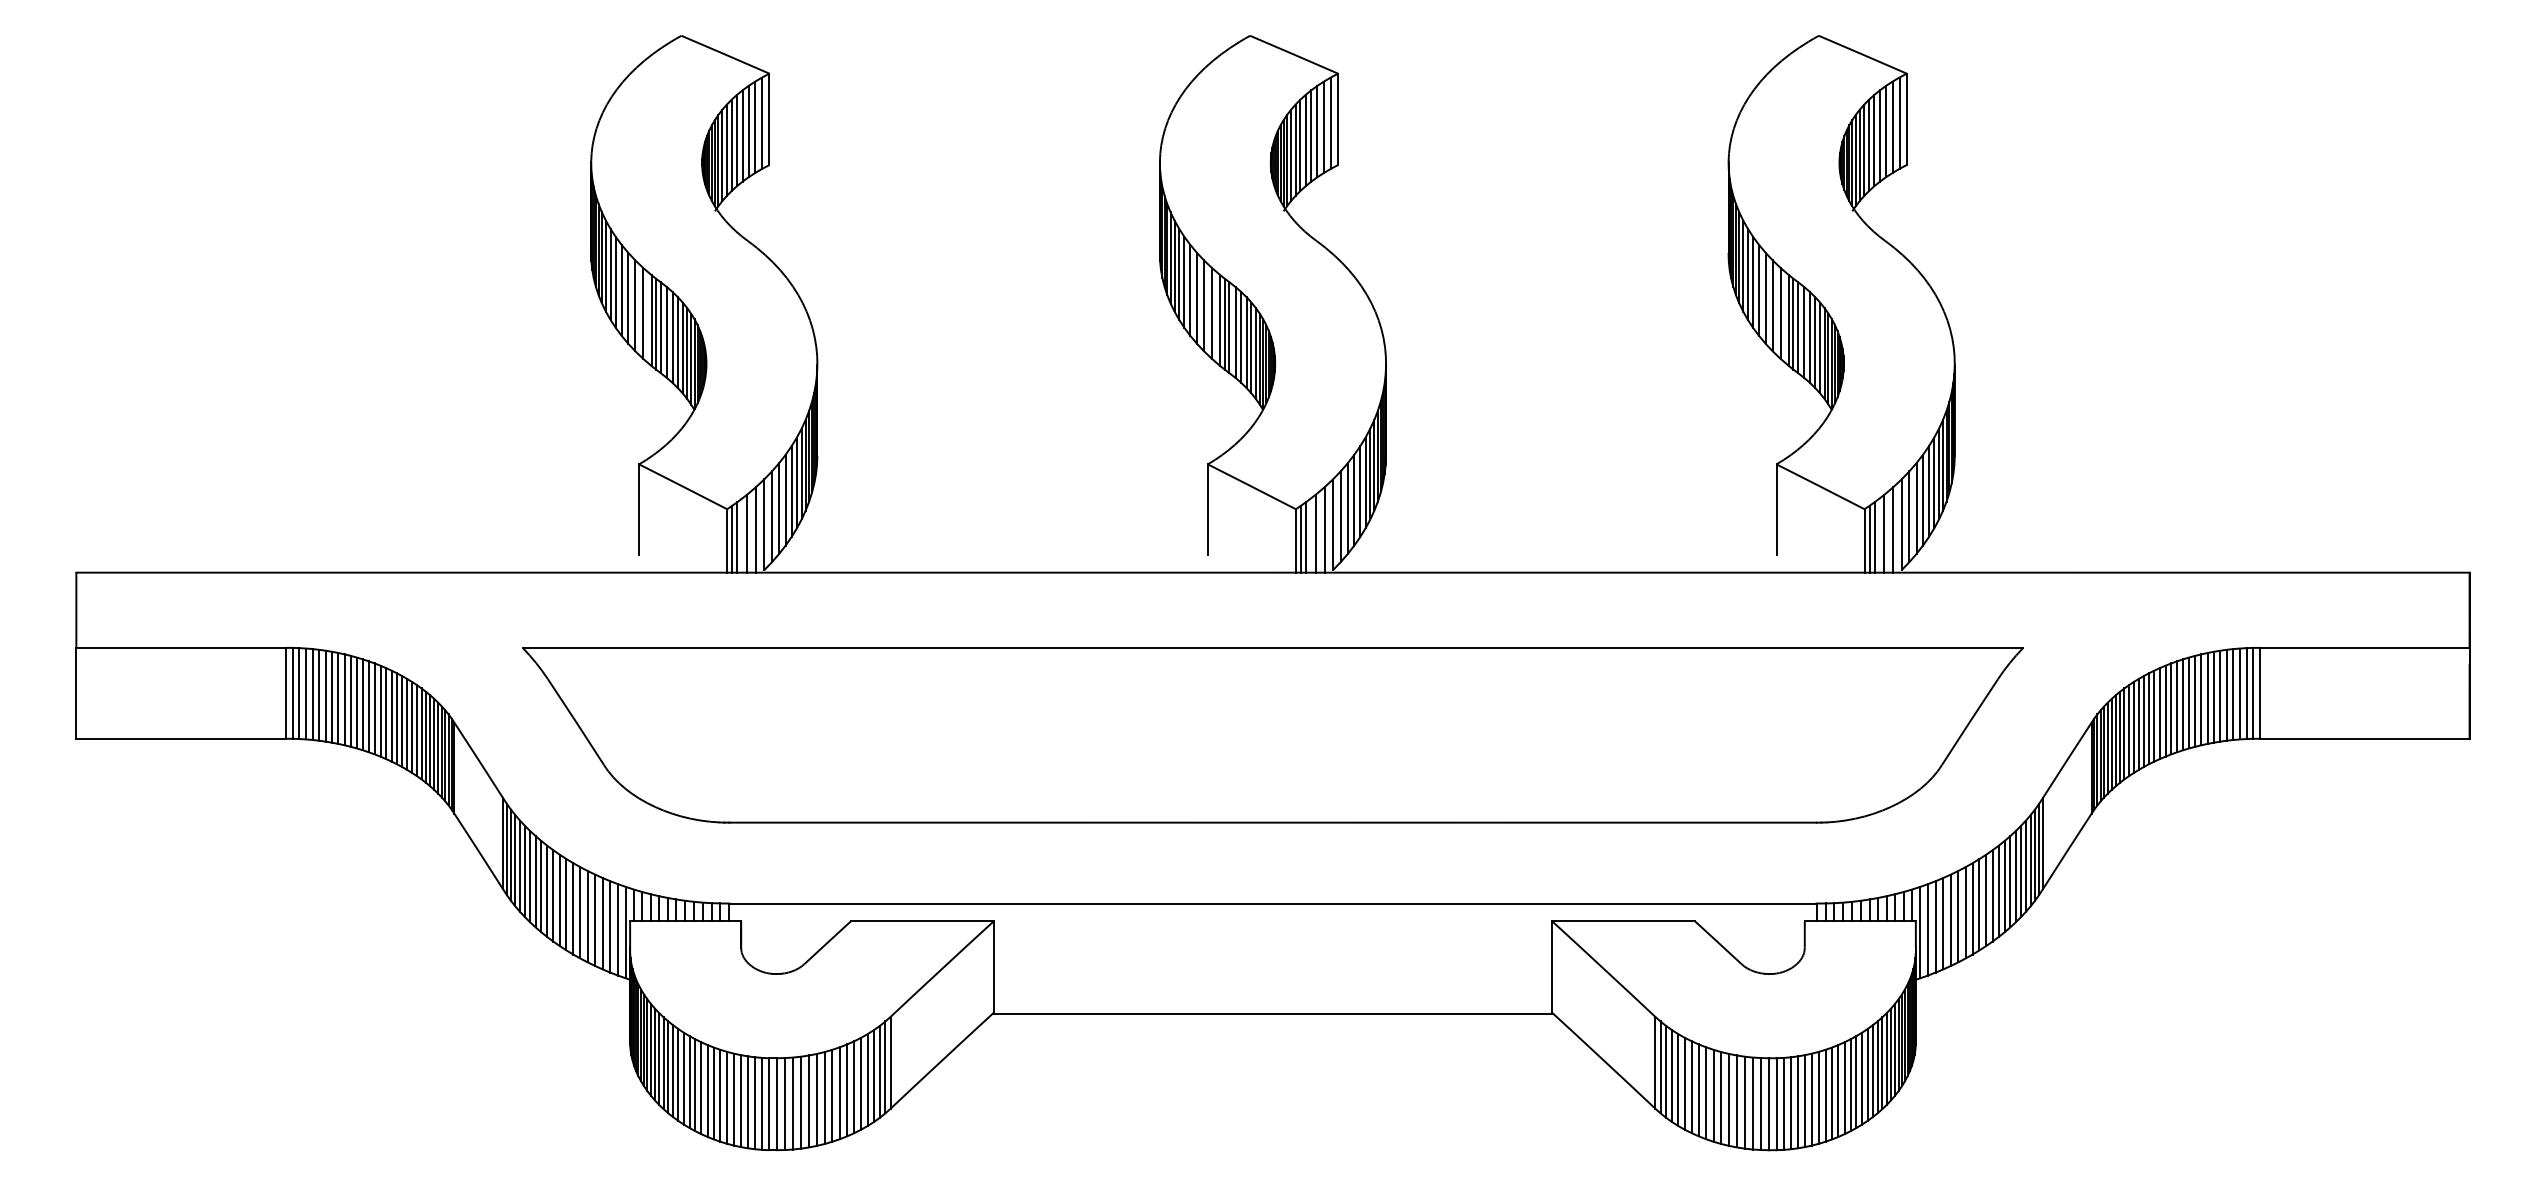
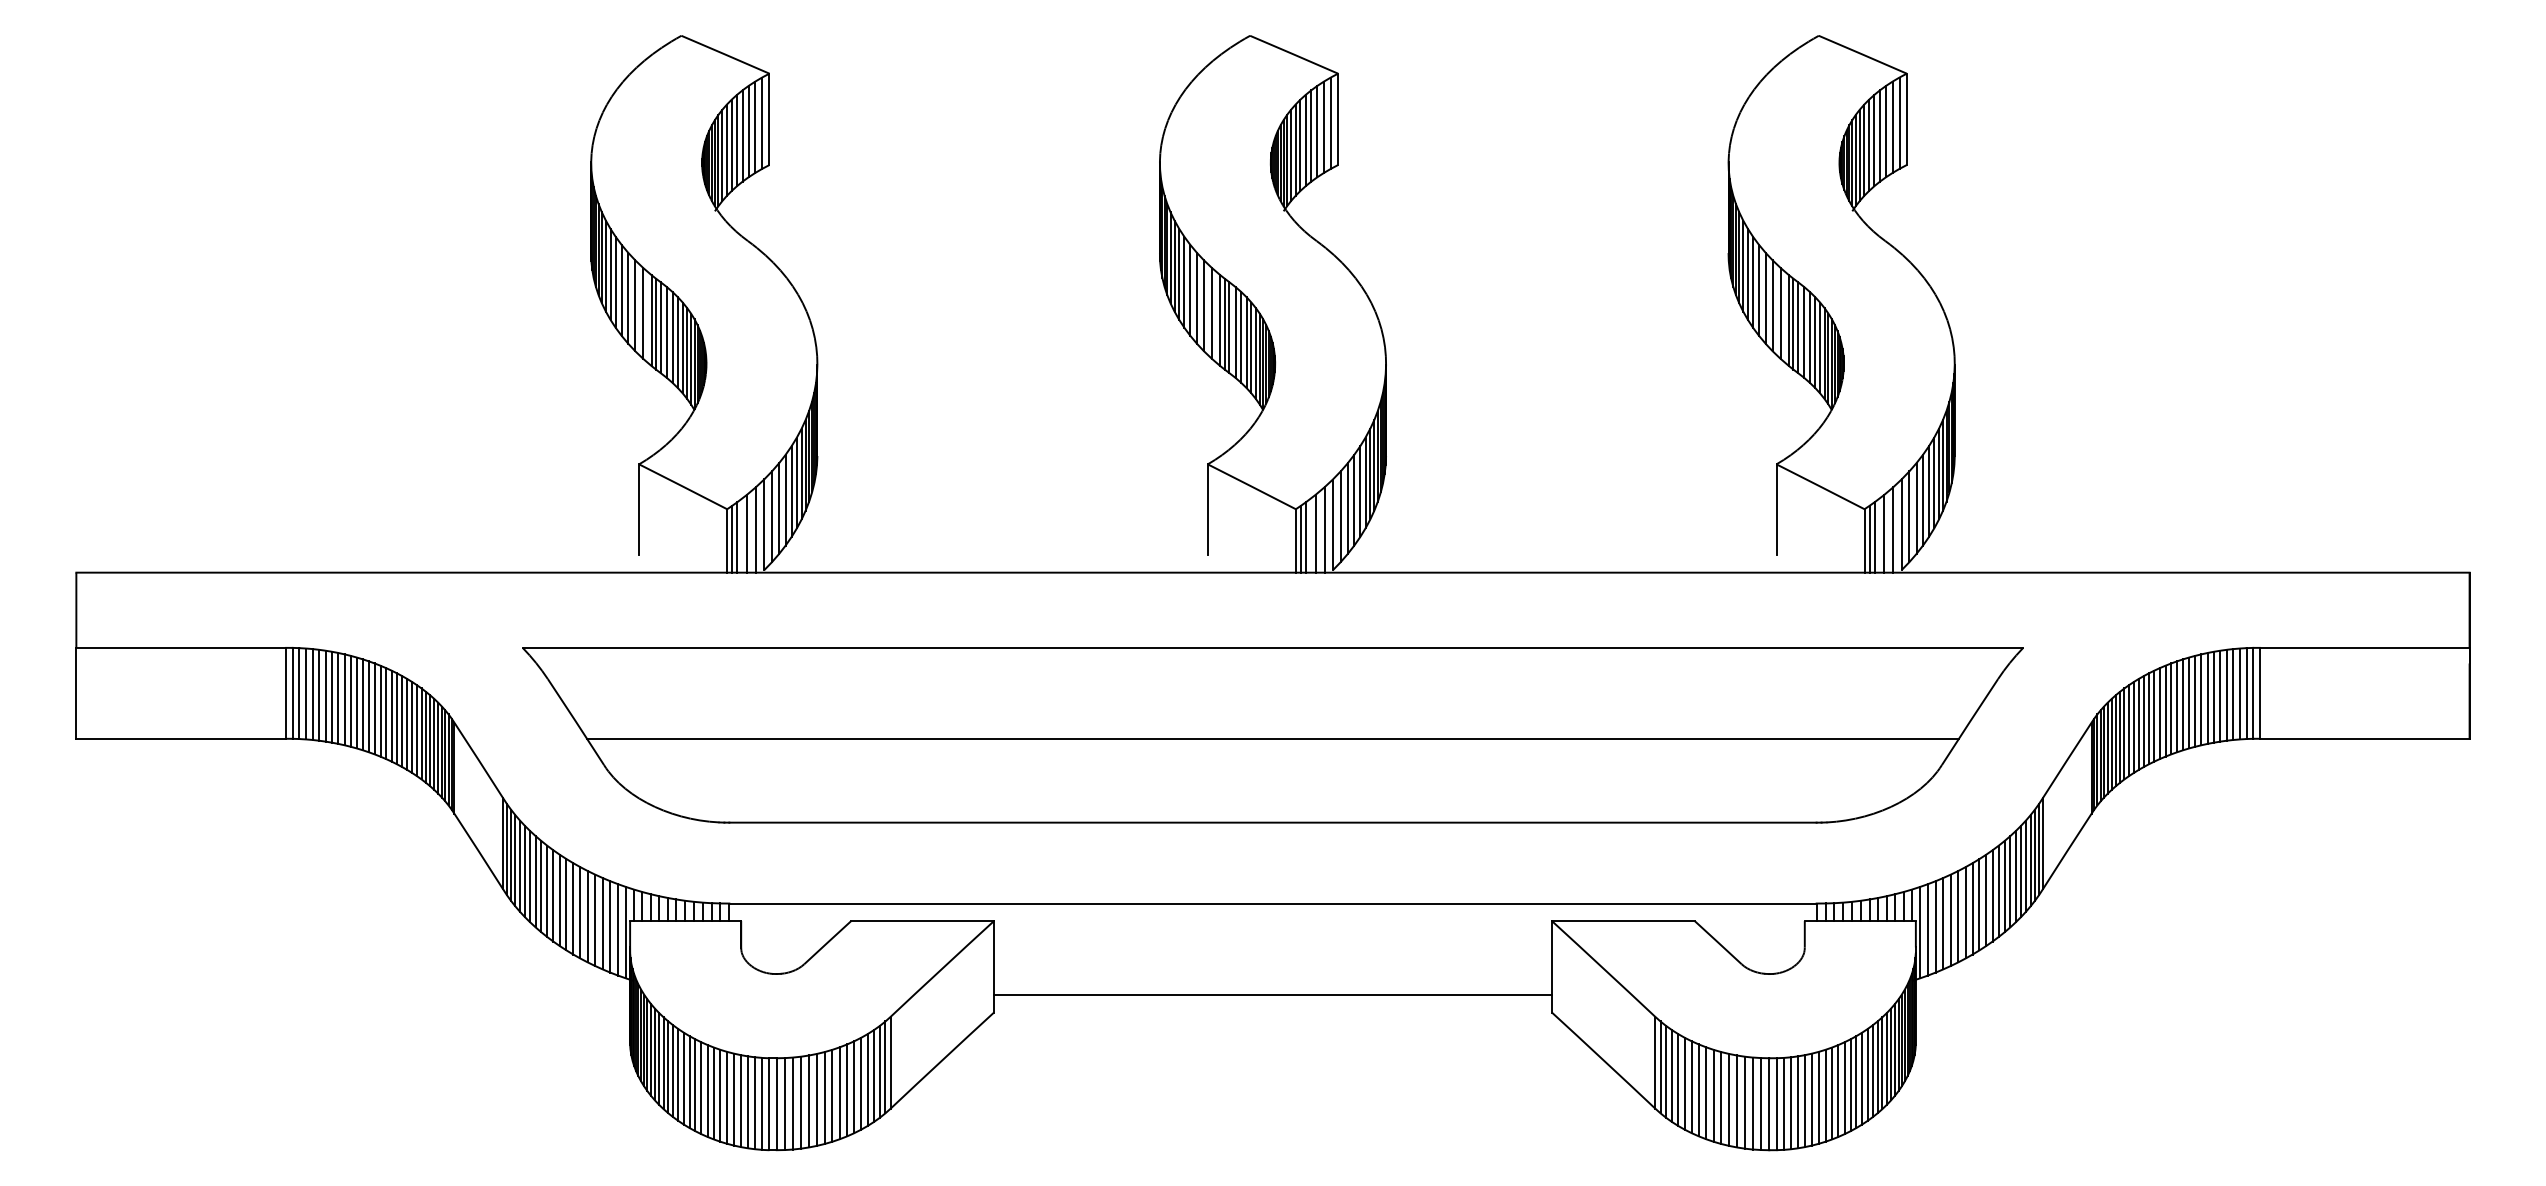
line at (1272, 738): none -> present
line at (1272, 1013) position: (1272, 1013) -> (1272, 994)
